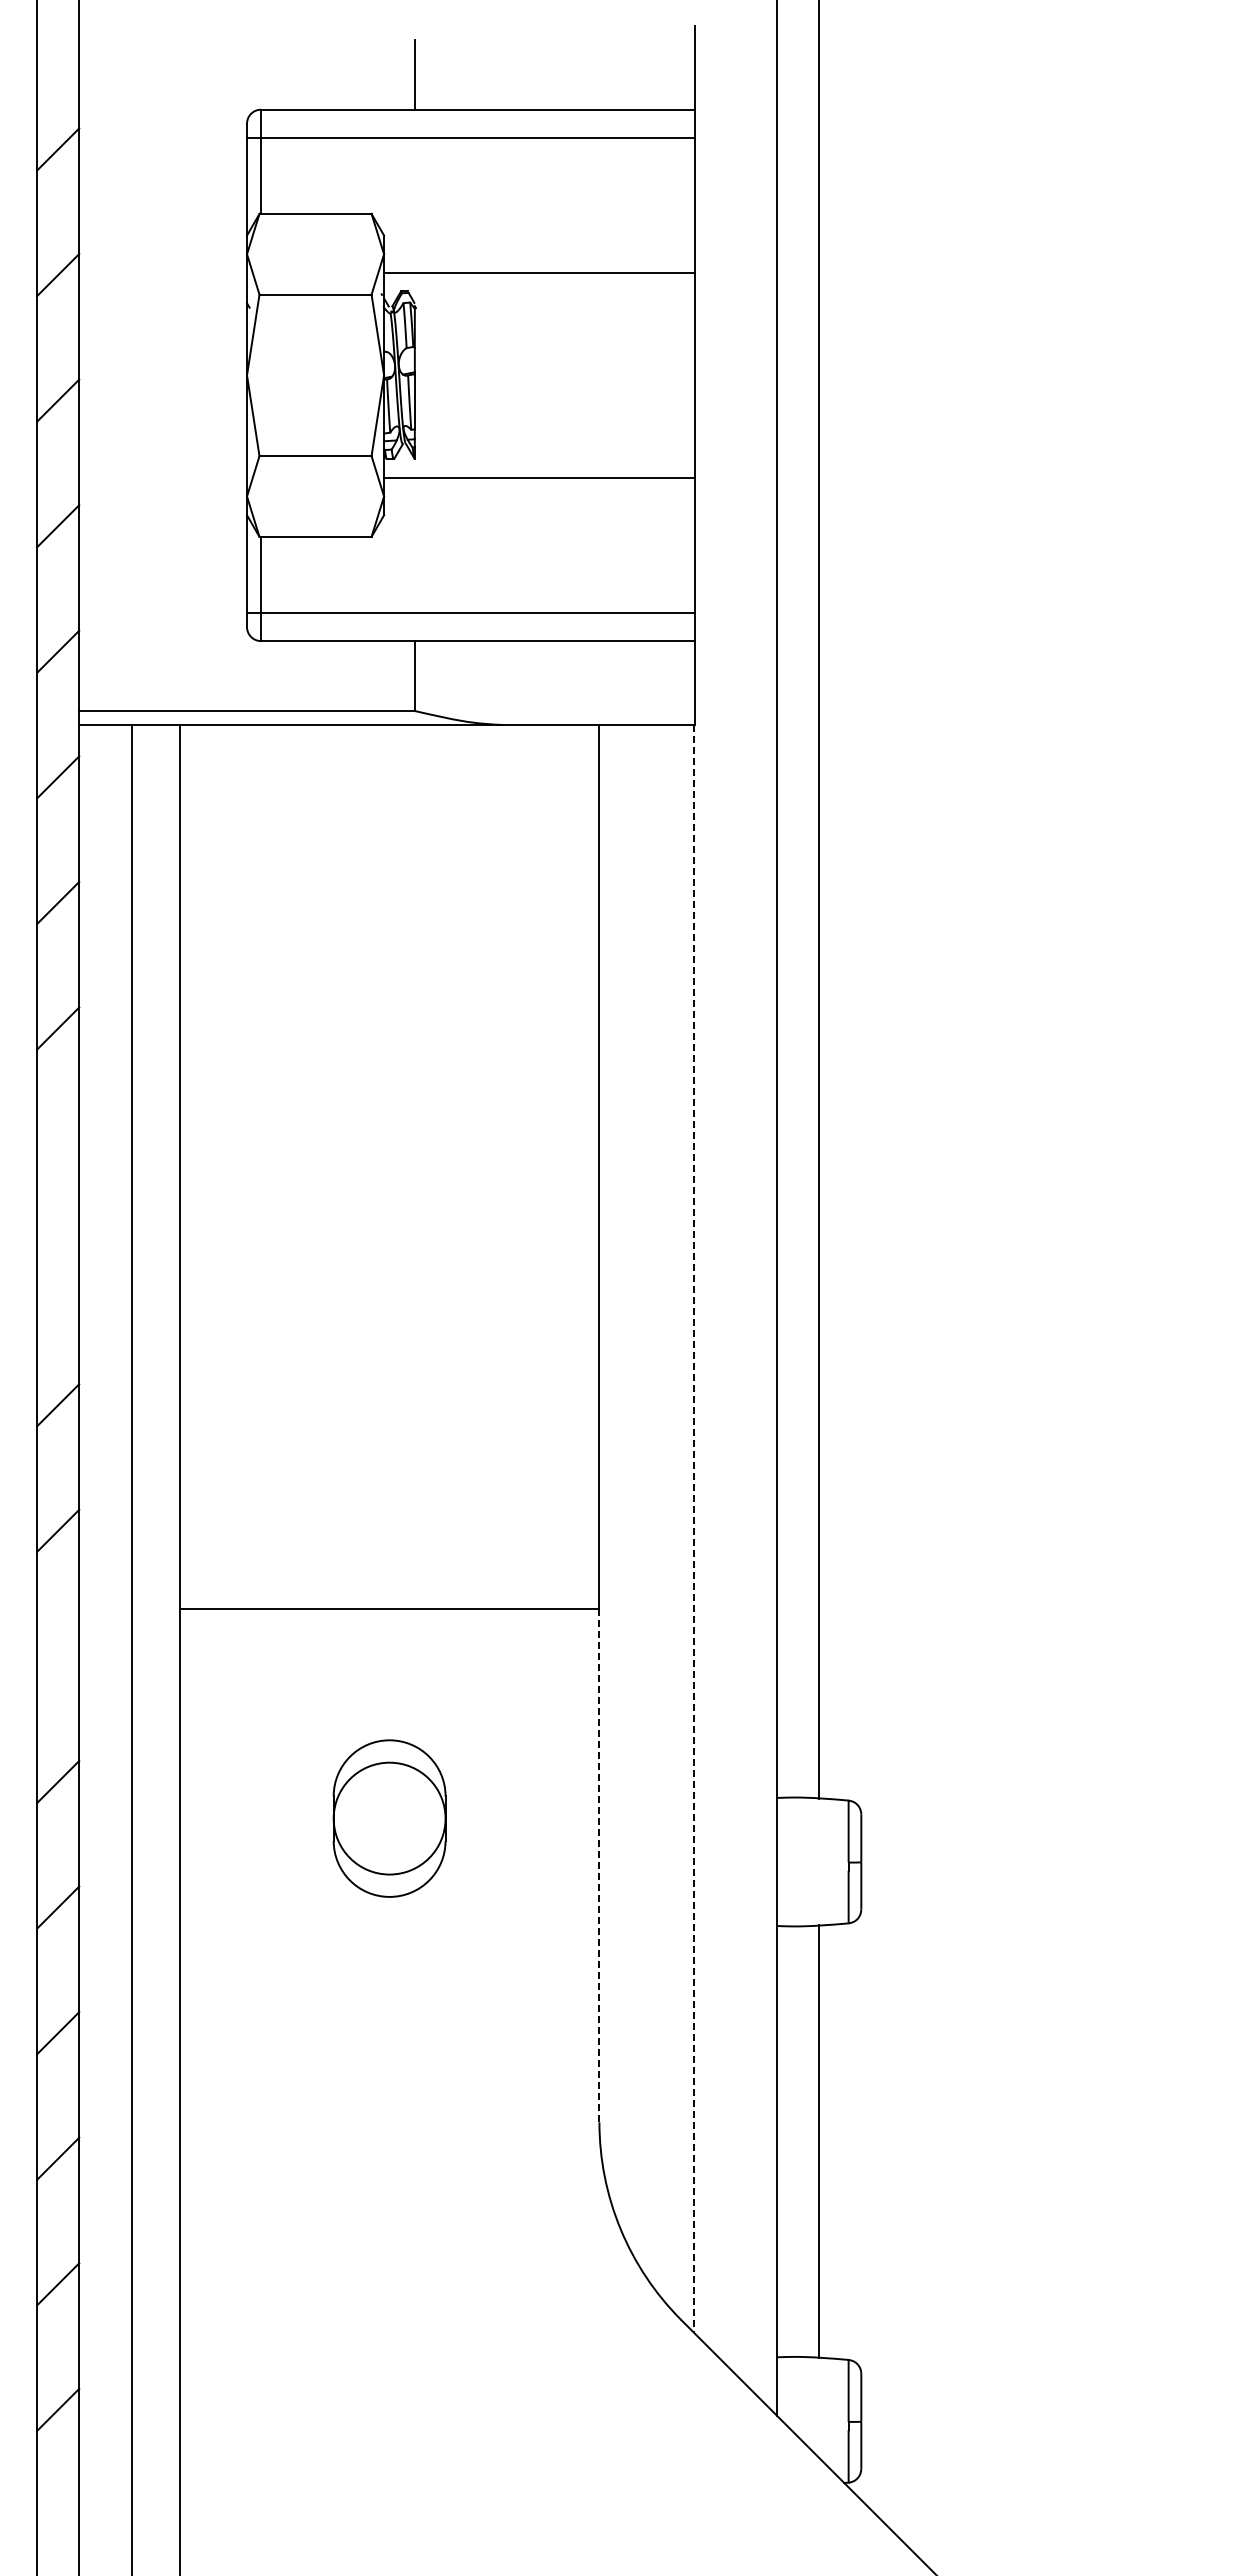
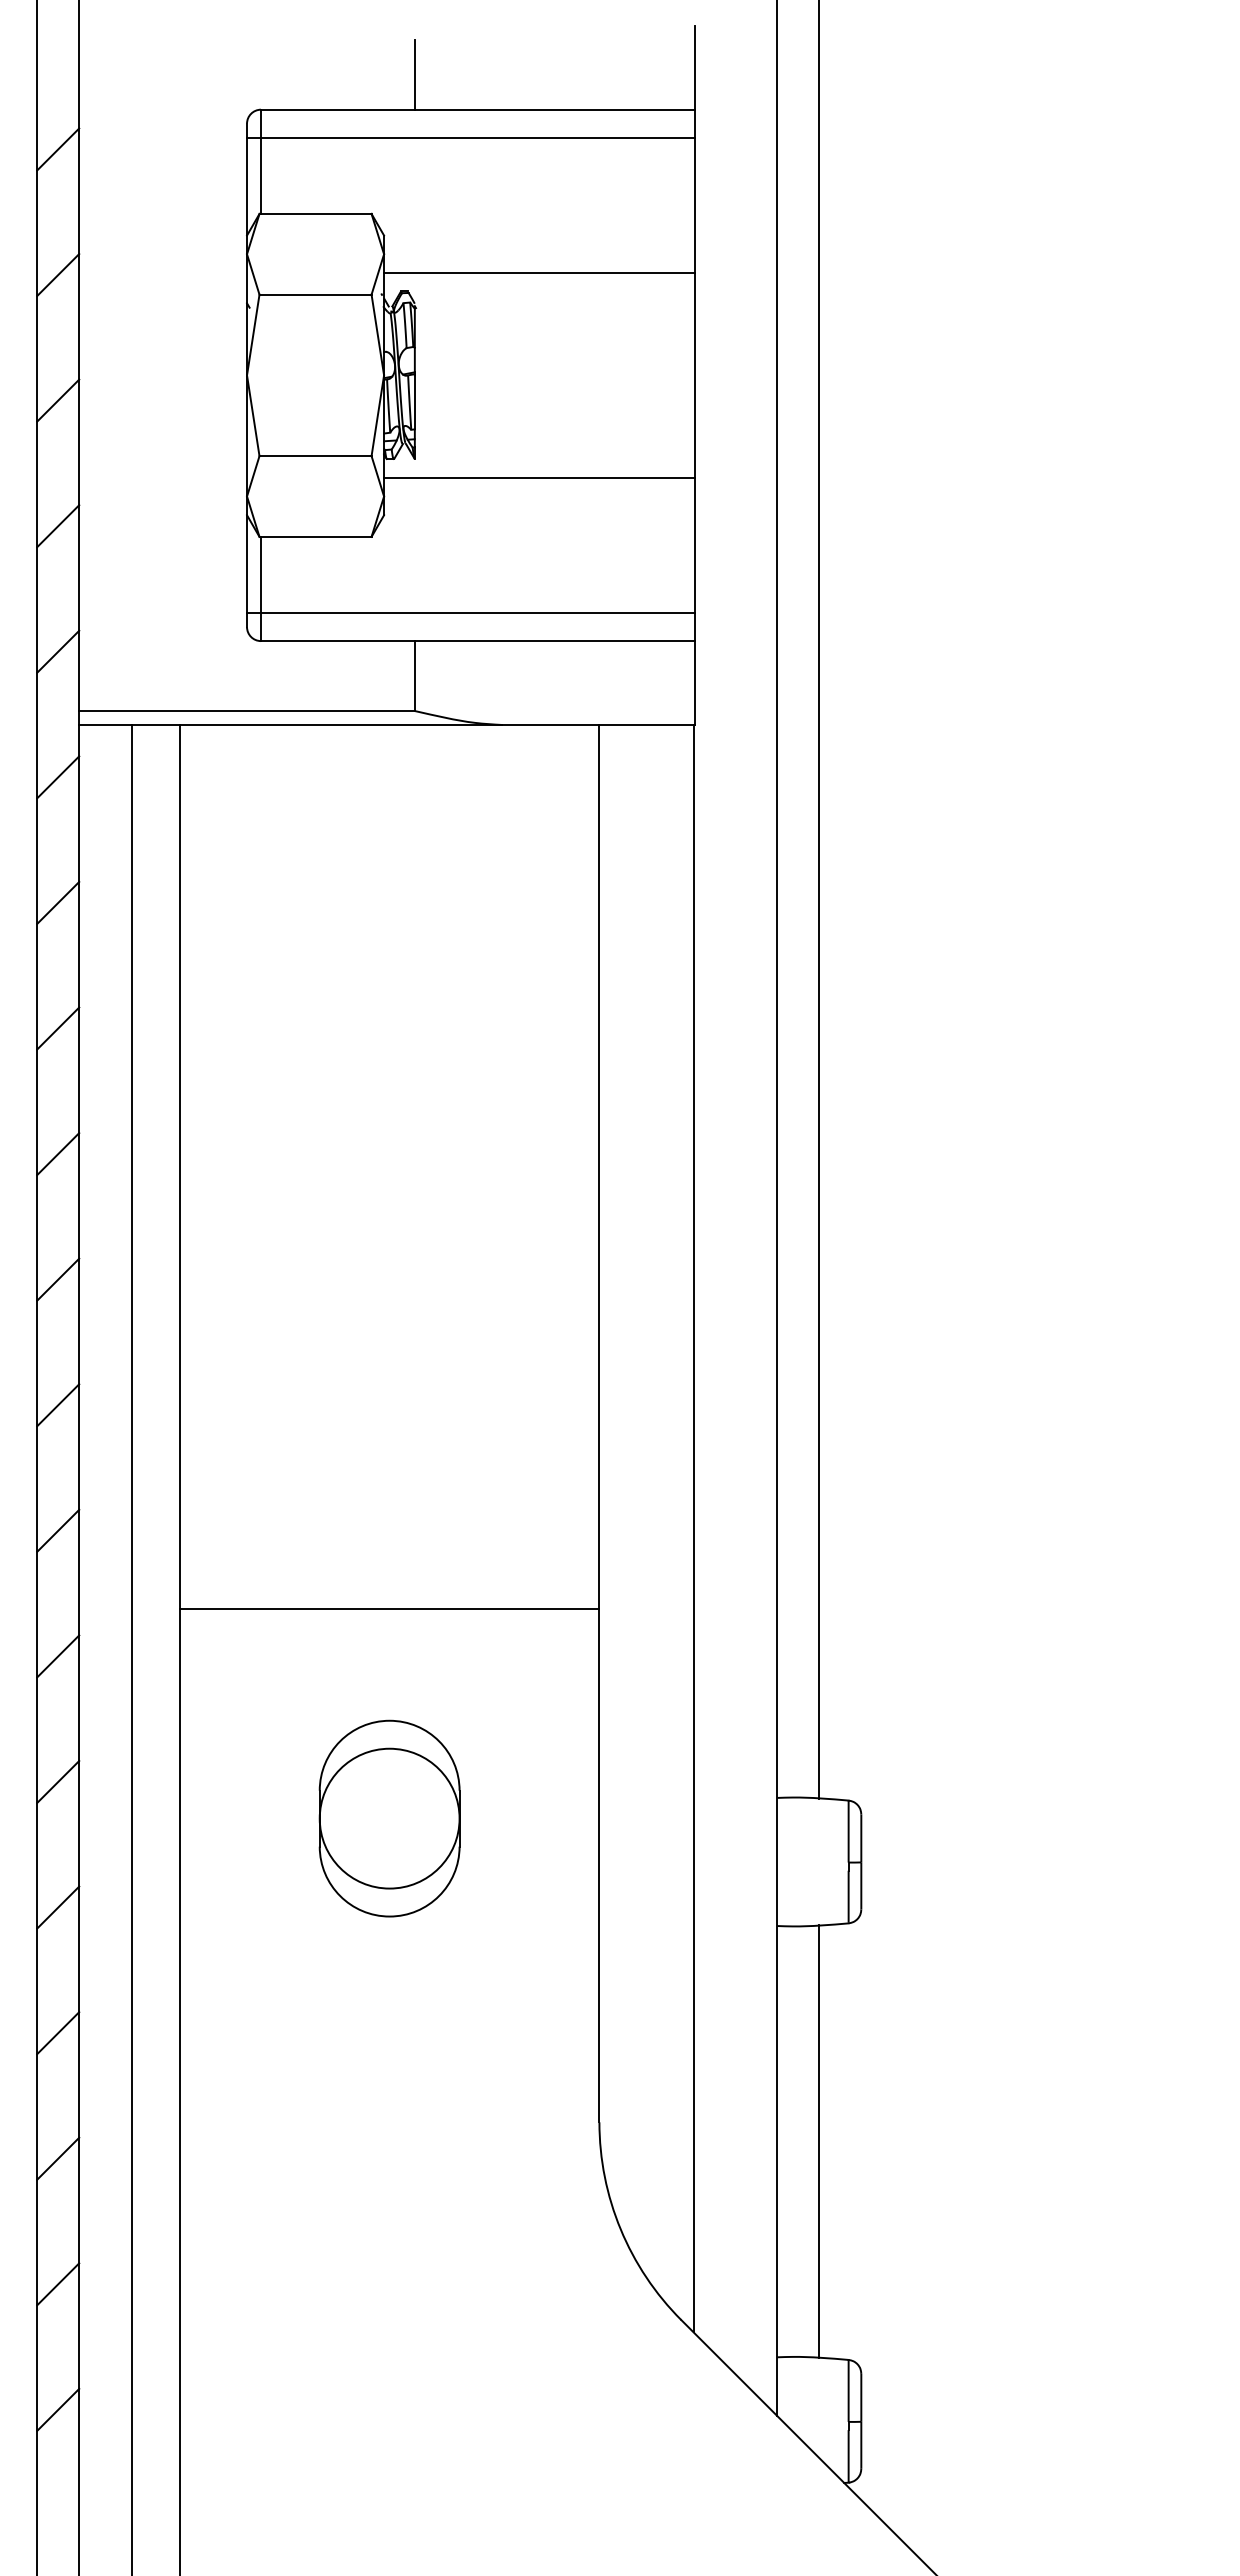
line at (58, 1154): none -> present
line at (58, 1279): none -> present
line at (693, 1528): dashed -> solid
line at (58, 1656): none -> present
part at (389, 1818) size: 115x159 px -> 143x199 px
line at (599, 1865): dashed -> solid
